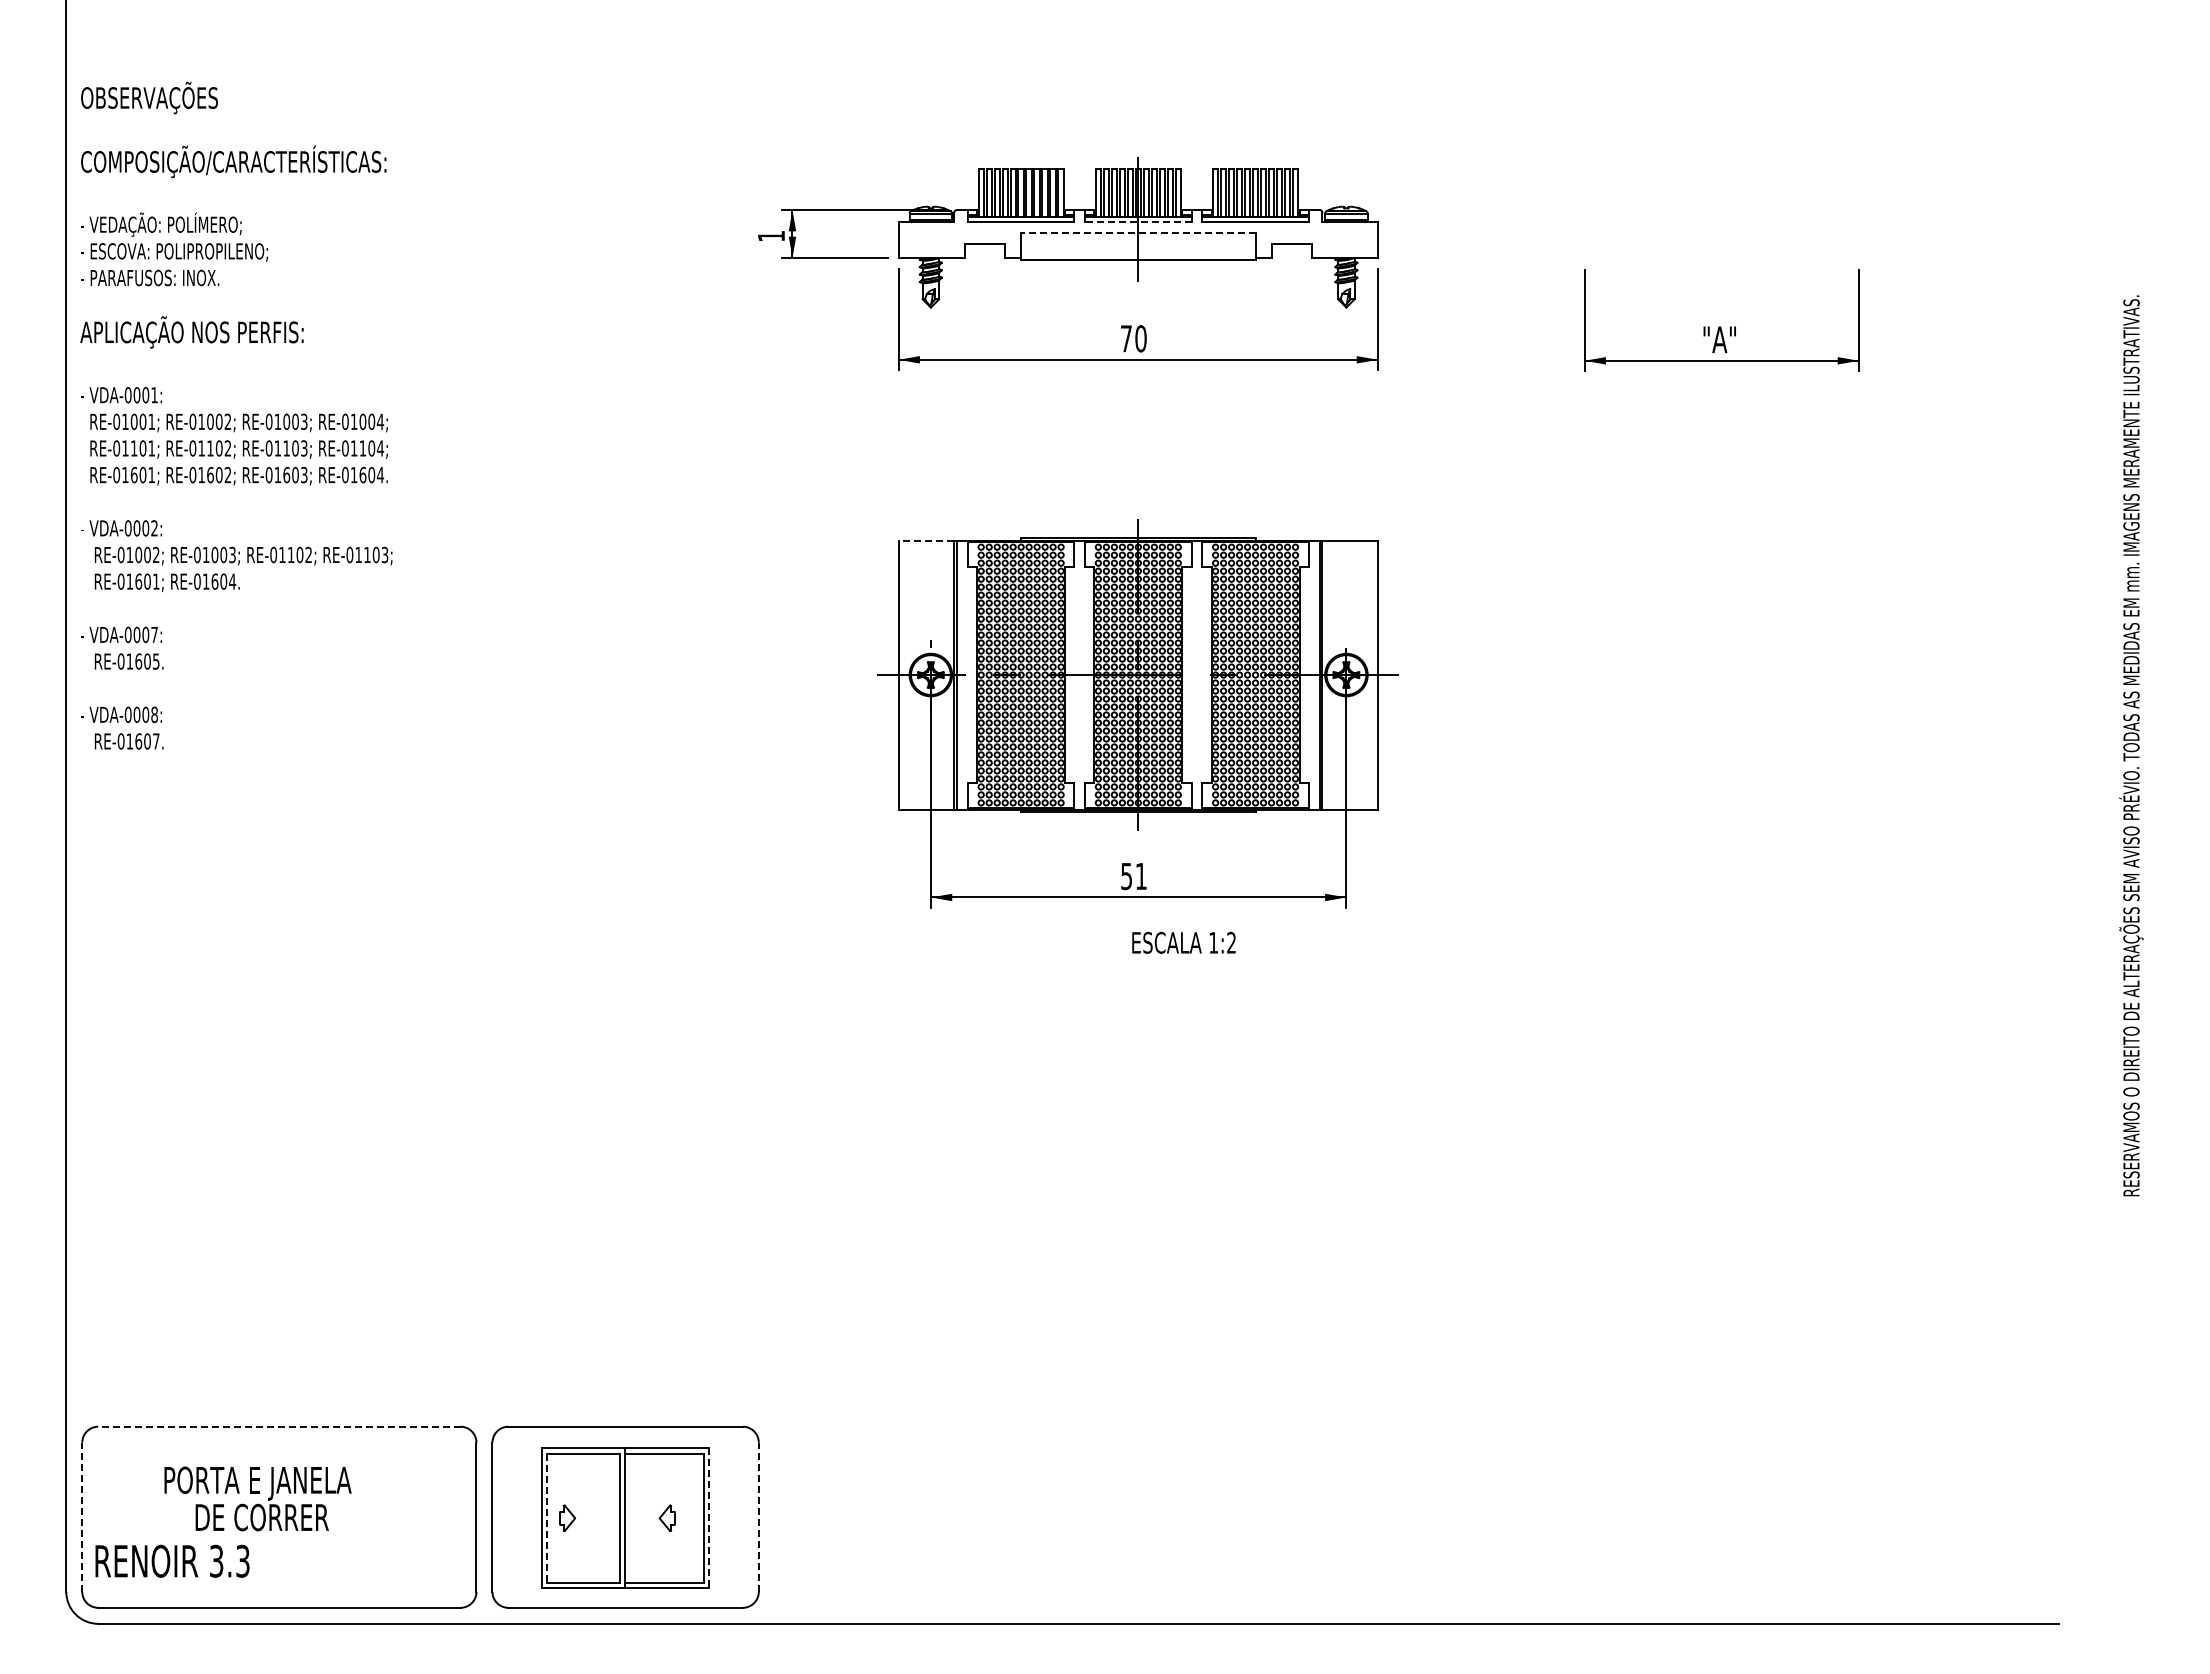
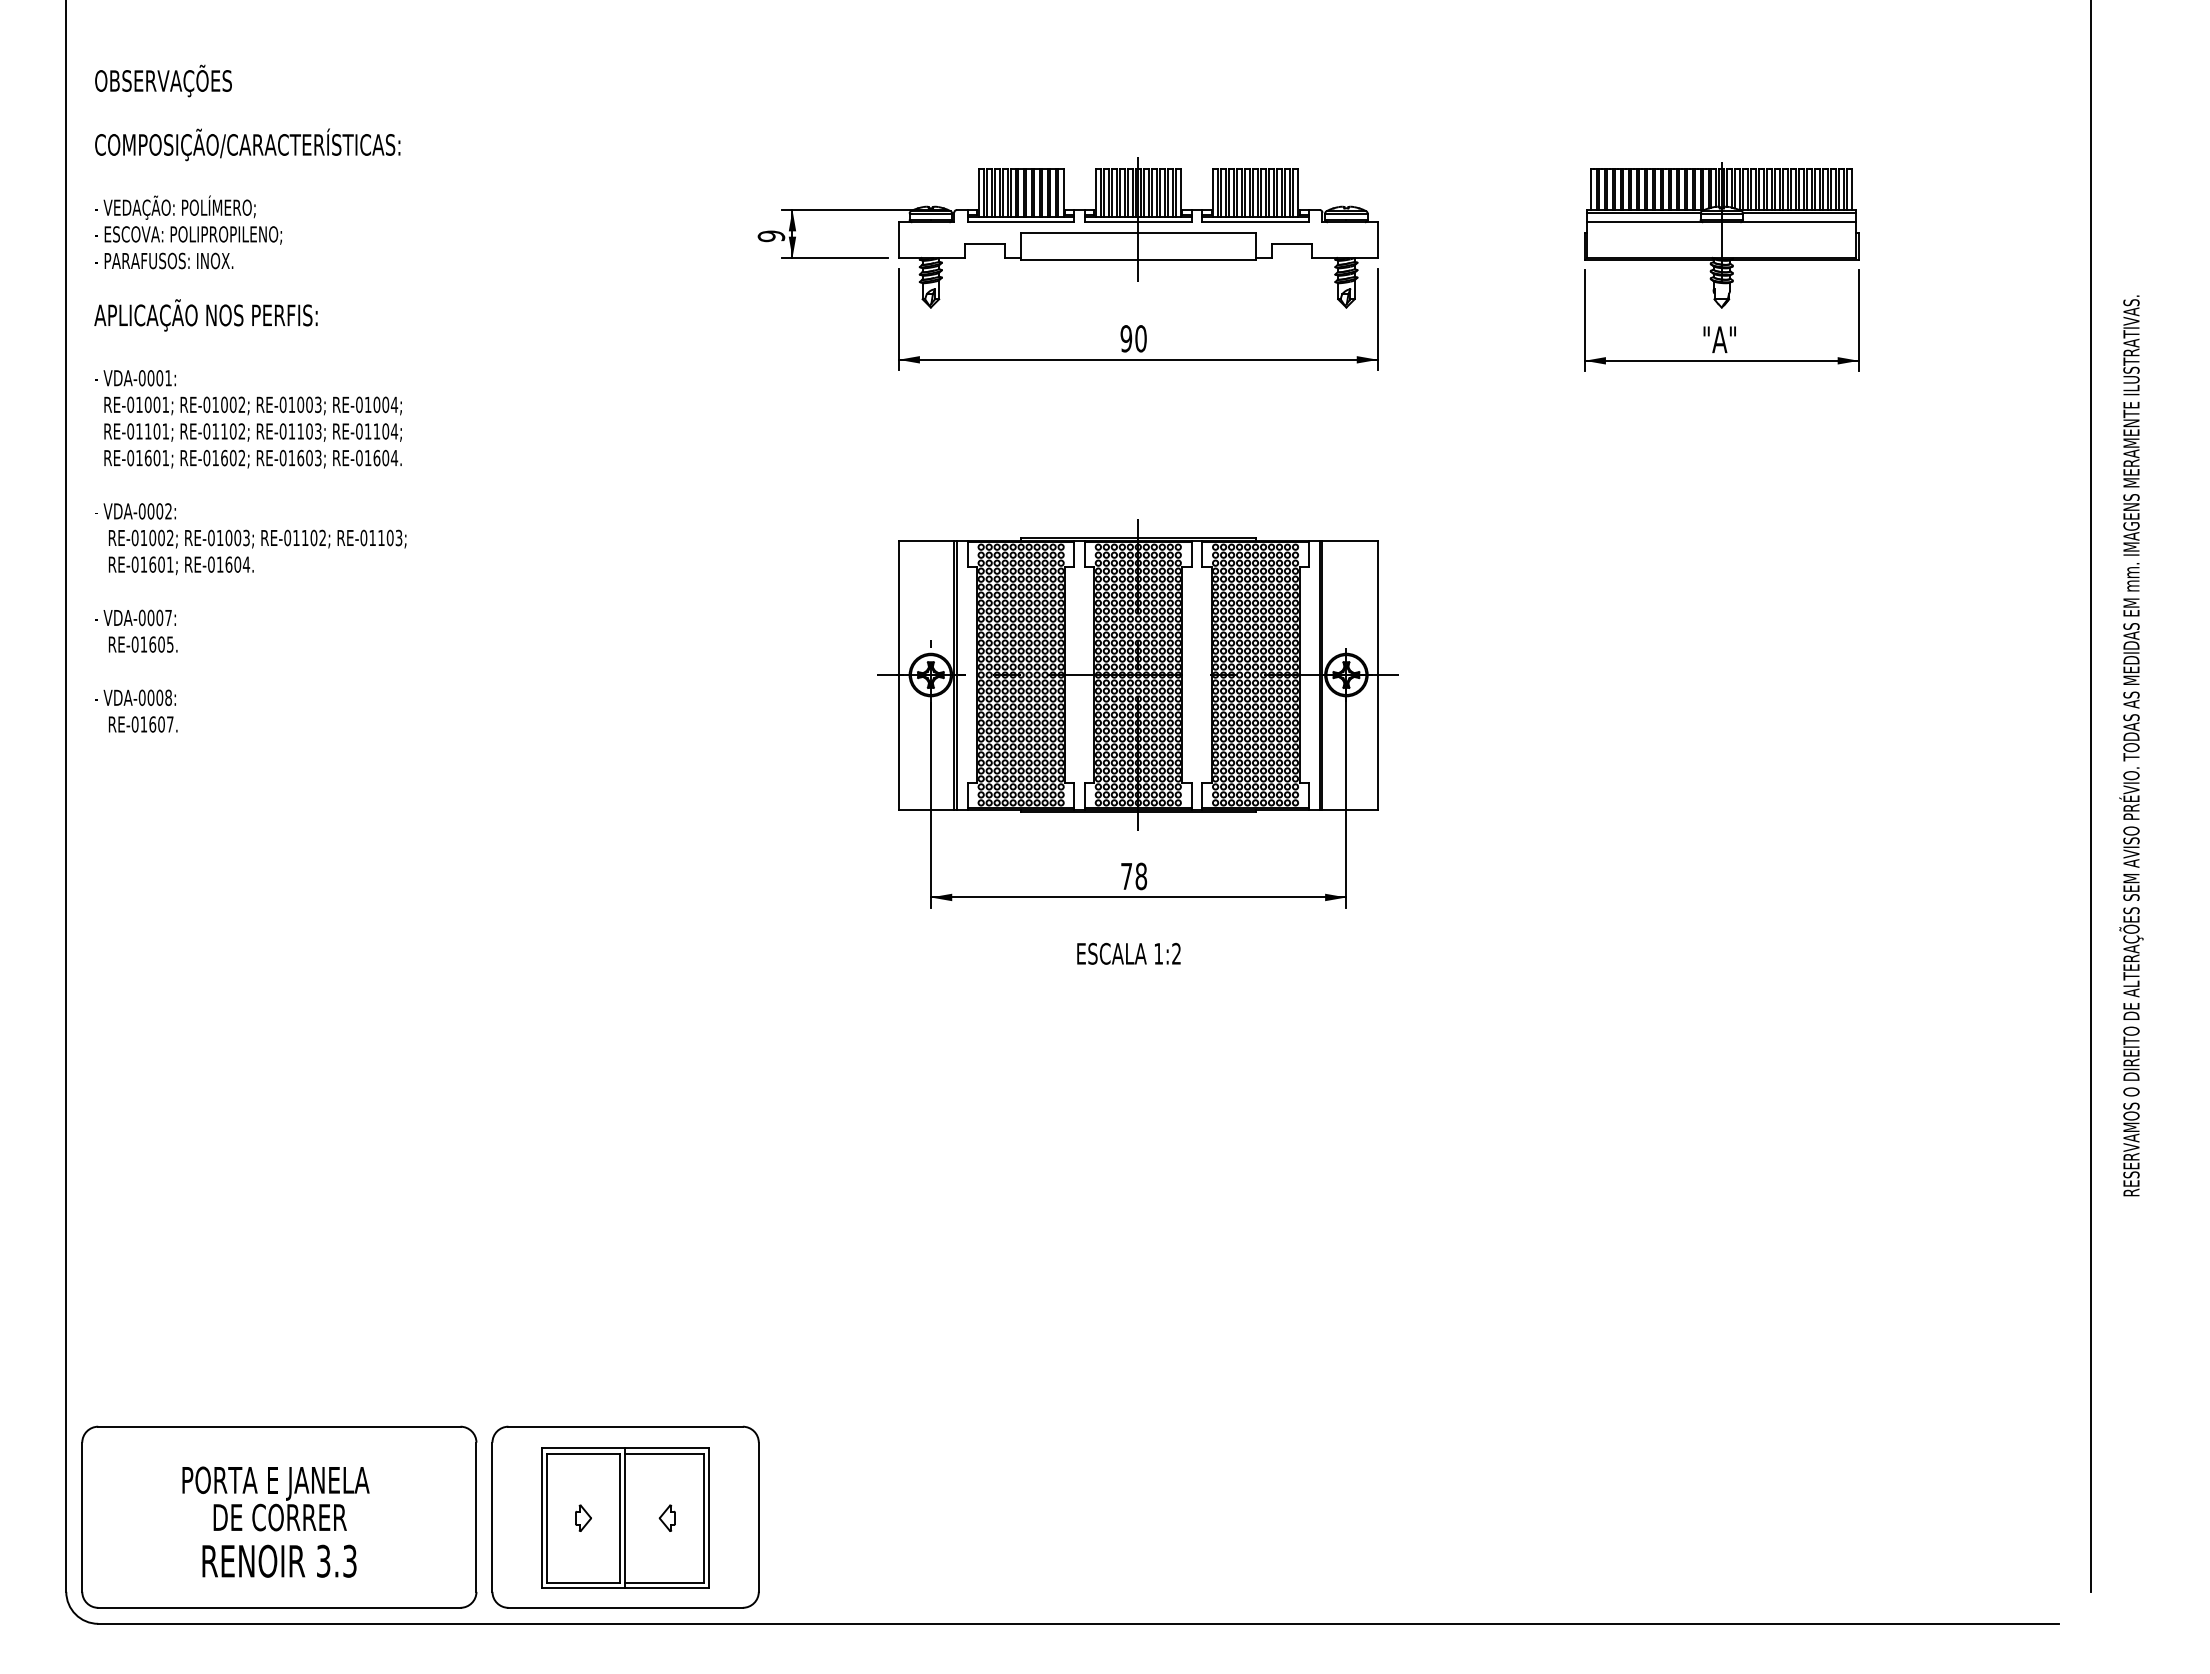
line at (1137, 222): dashed -> solid
line at (1137, 232): dashed -> solid
part at (1721, 235): none -> present
text at (771, 236): 1 -> 9
text at (1126, 338): 70 -> 90
text at (236, 415) position: (236, 415) -> (250, 398)
line at (926, 540): dashed -> solid
line at (2090, 796): none -> present
text at (1134, 876): 51 -> 78
text at (1183, 942) position: (1183, 942) -> (1128, 953)
line at (278, 1426): dashed -> solid
text at (257, 1498) position: (257, 1498) -> (275, 1498)
line at (82, 1517): dashed -> solid
part at (567, 1517) position: (567, 1517) -> (583, 1517)
line at (758, 1517): dashed -> solid
line at (547, 1518): dashed -> solid
line at (709, 1518): dashed -> solid
text at (172, 1560) position: (172, 1560) -> (279, 1560)
